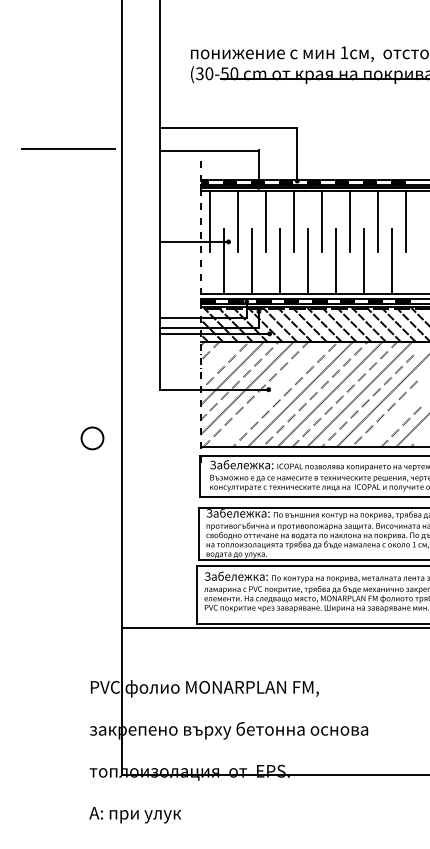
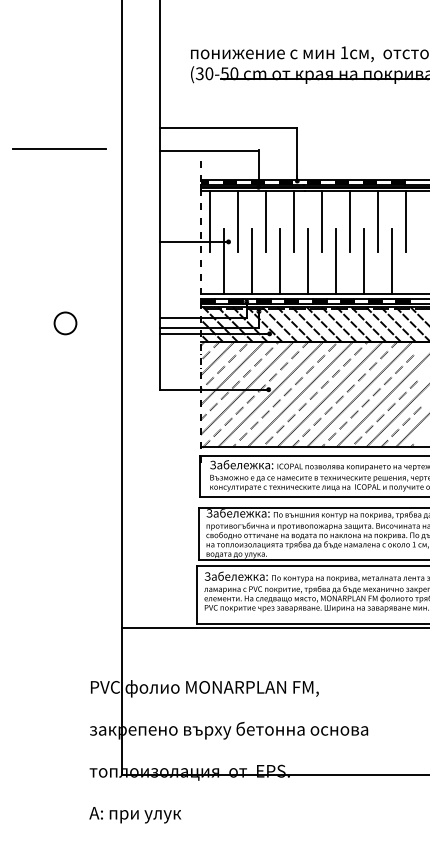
line at (68, 148) position: (68, 148) -> (59, 148)
line at (217, 358): none -> present
line at (270, 394): none -> present
line at (396, 416): none -> present
circle at (92, 438) position: (92, 438) -> (65, 323)
